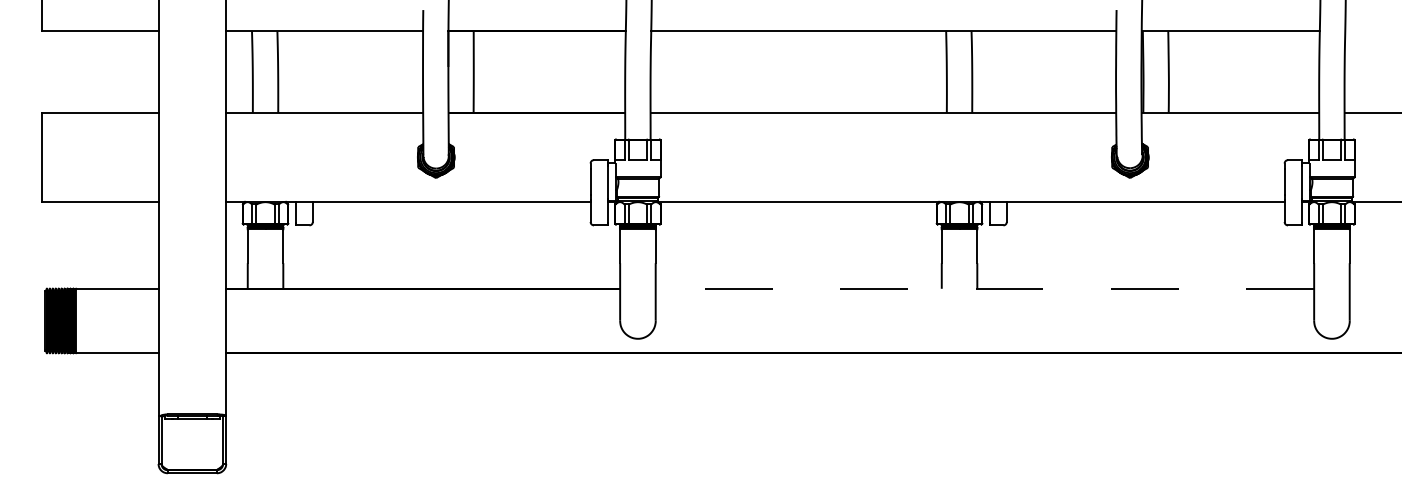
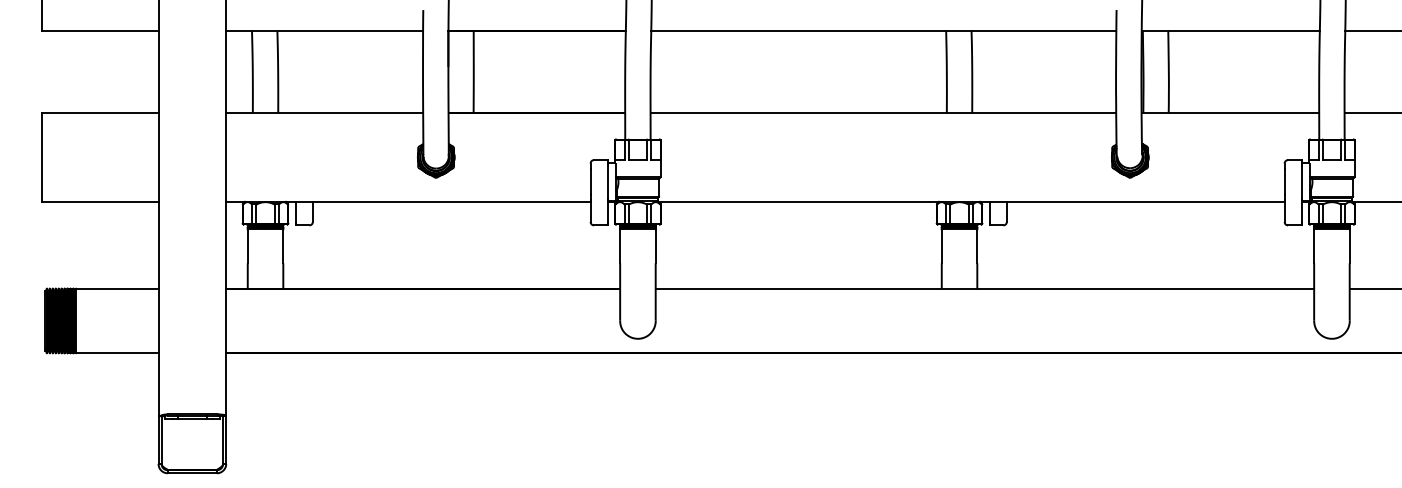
line at (1371, 30): none -> present
line at (984, 288): dashed -> solid
line at (1373, 288): none -> present
